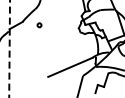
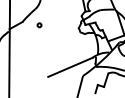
line at (9, 49): dashed -> solid
